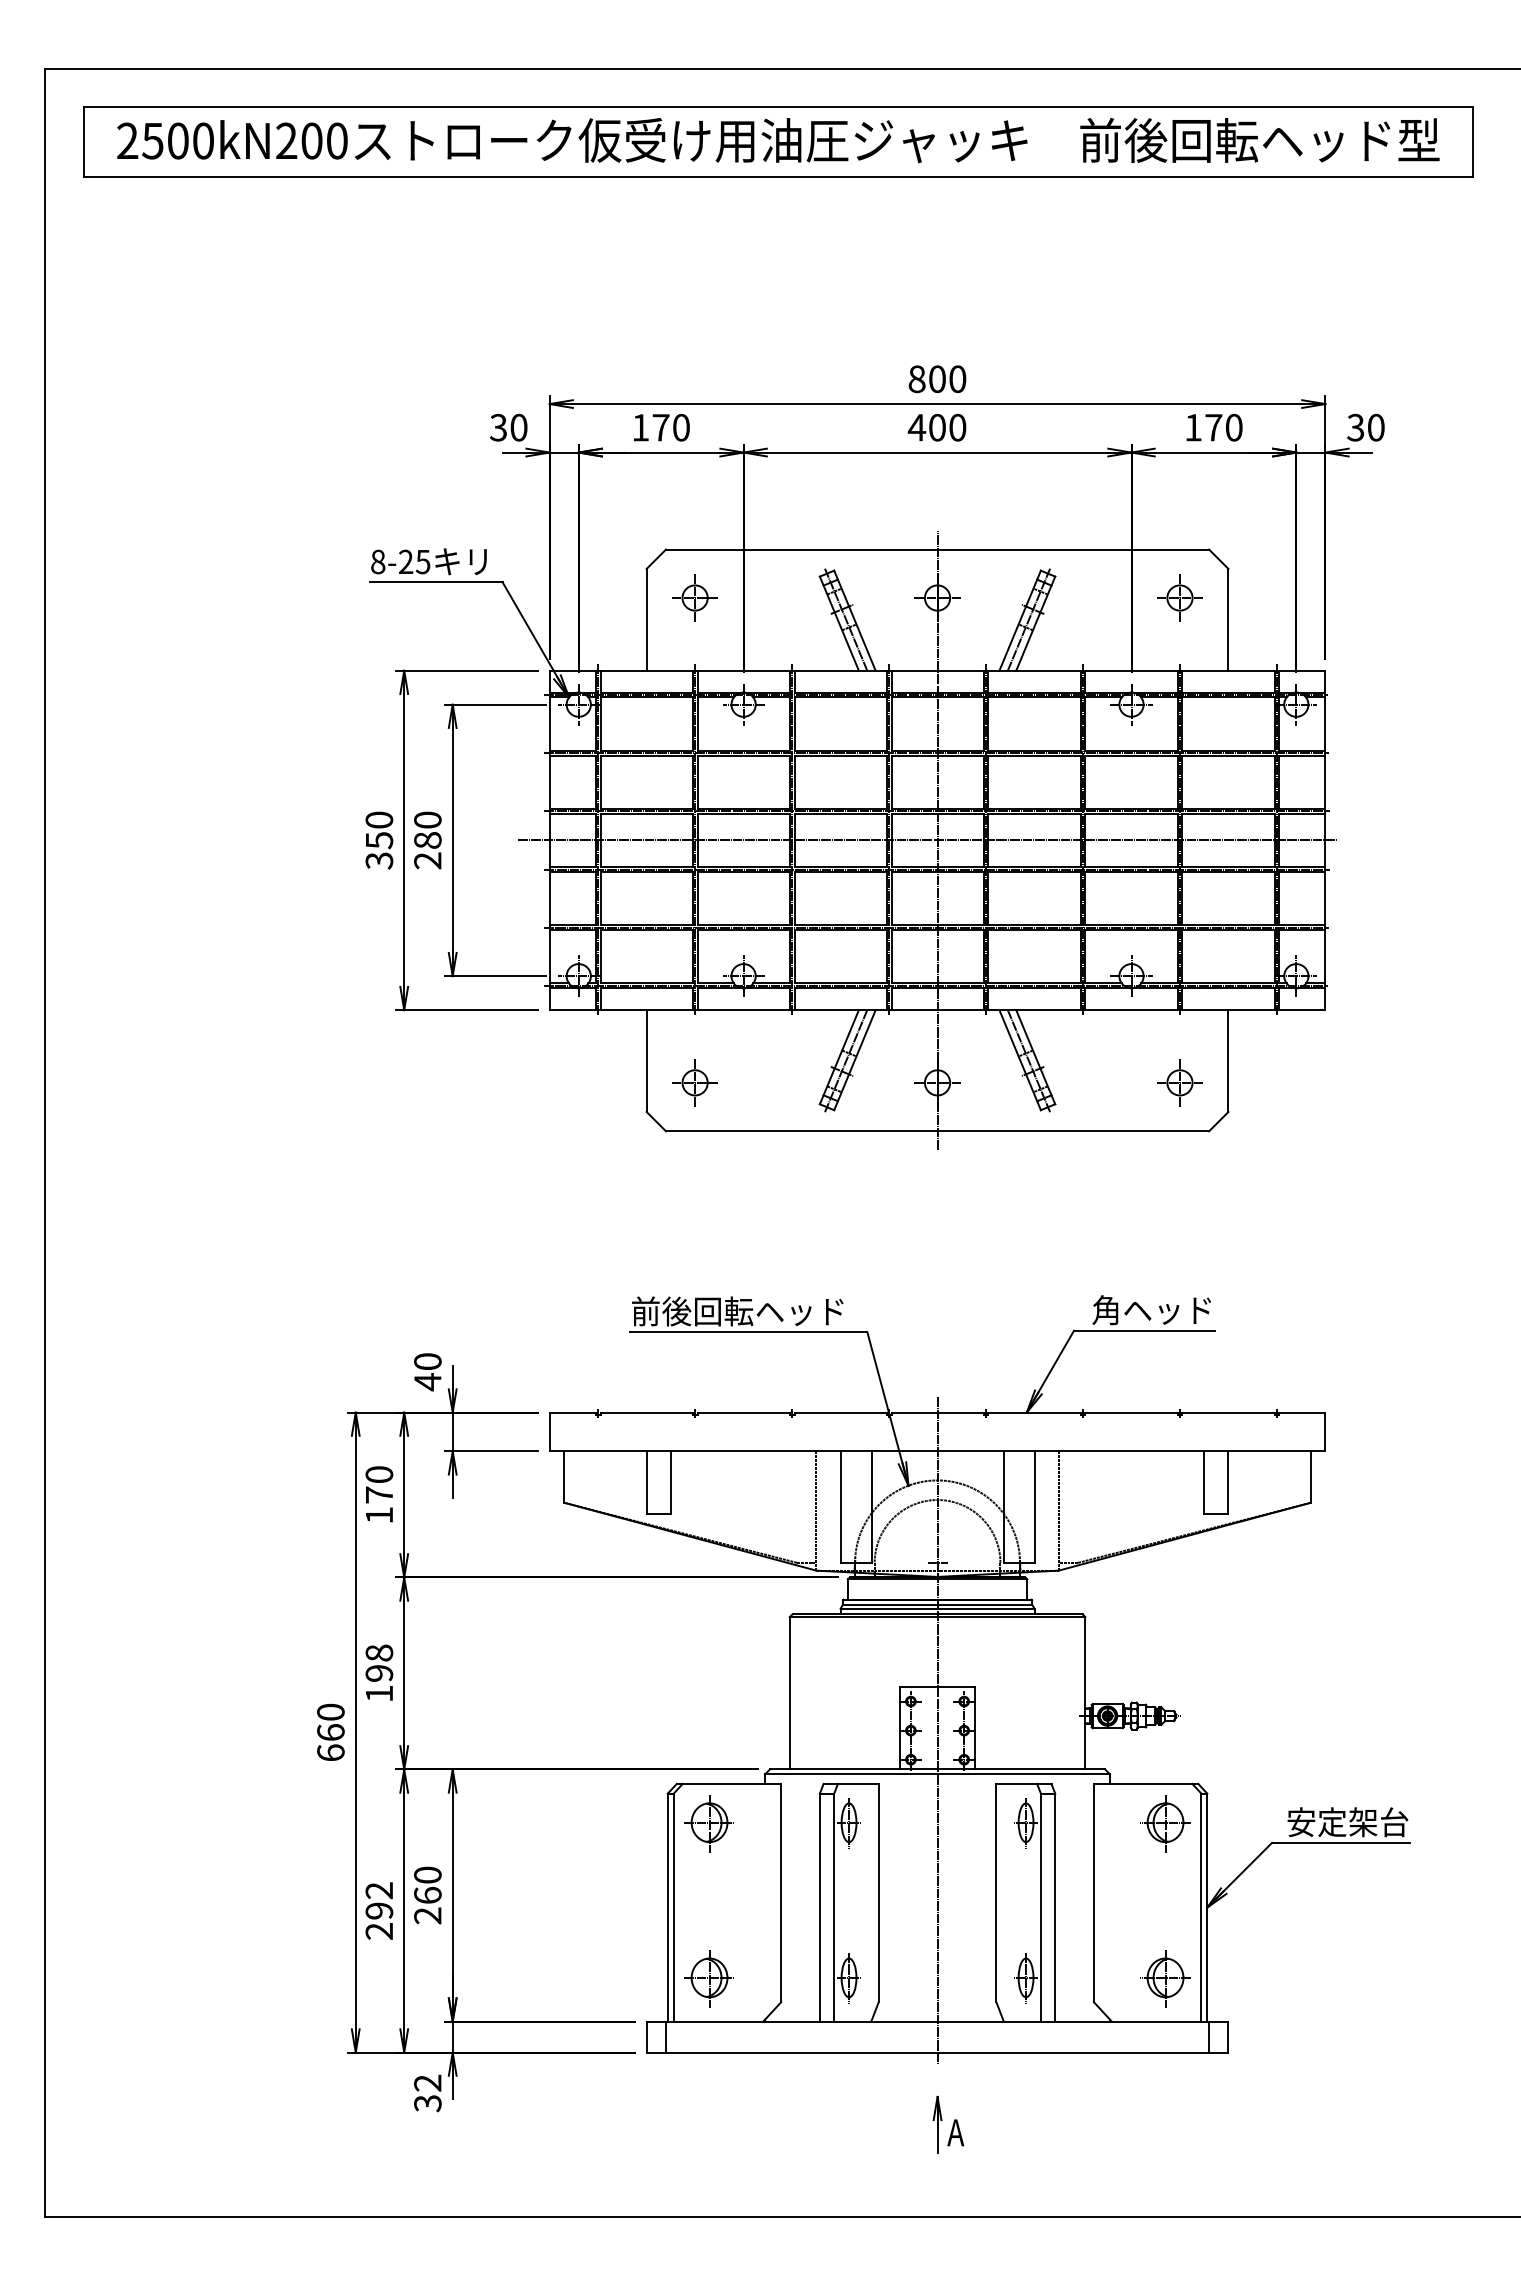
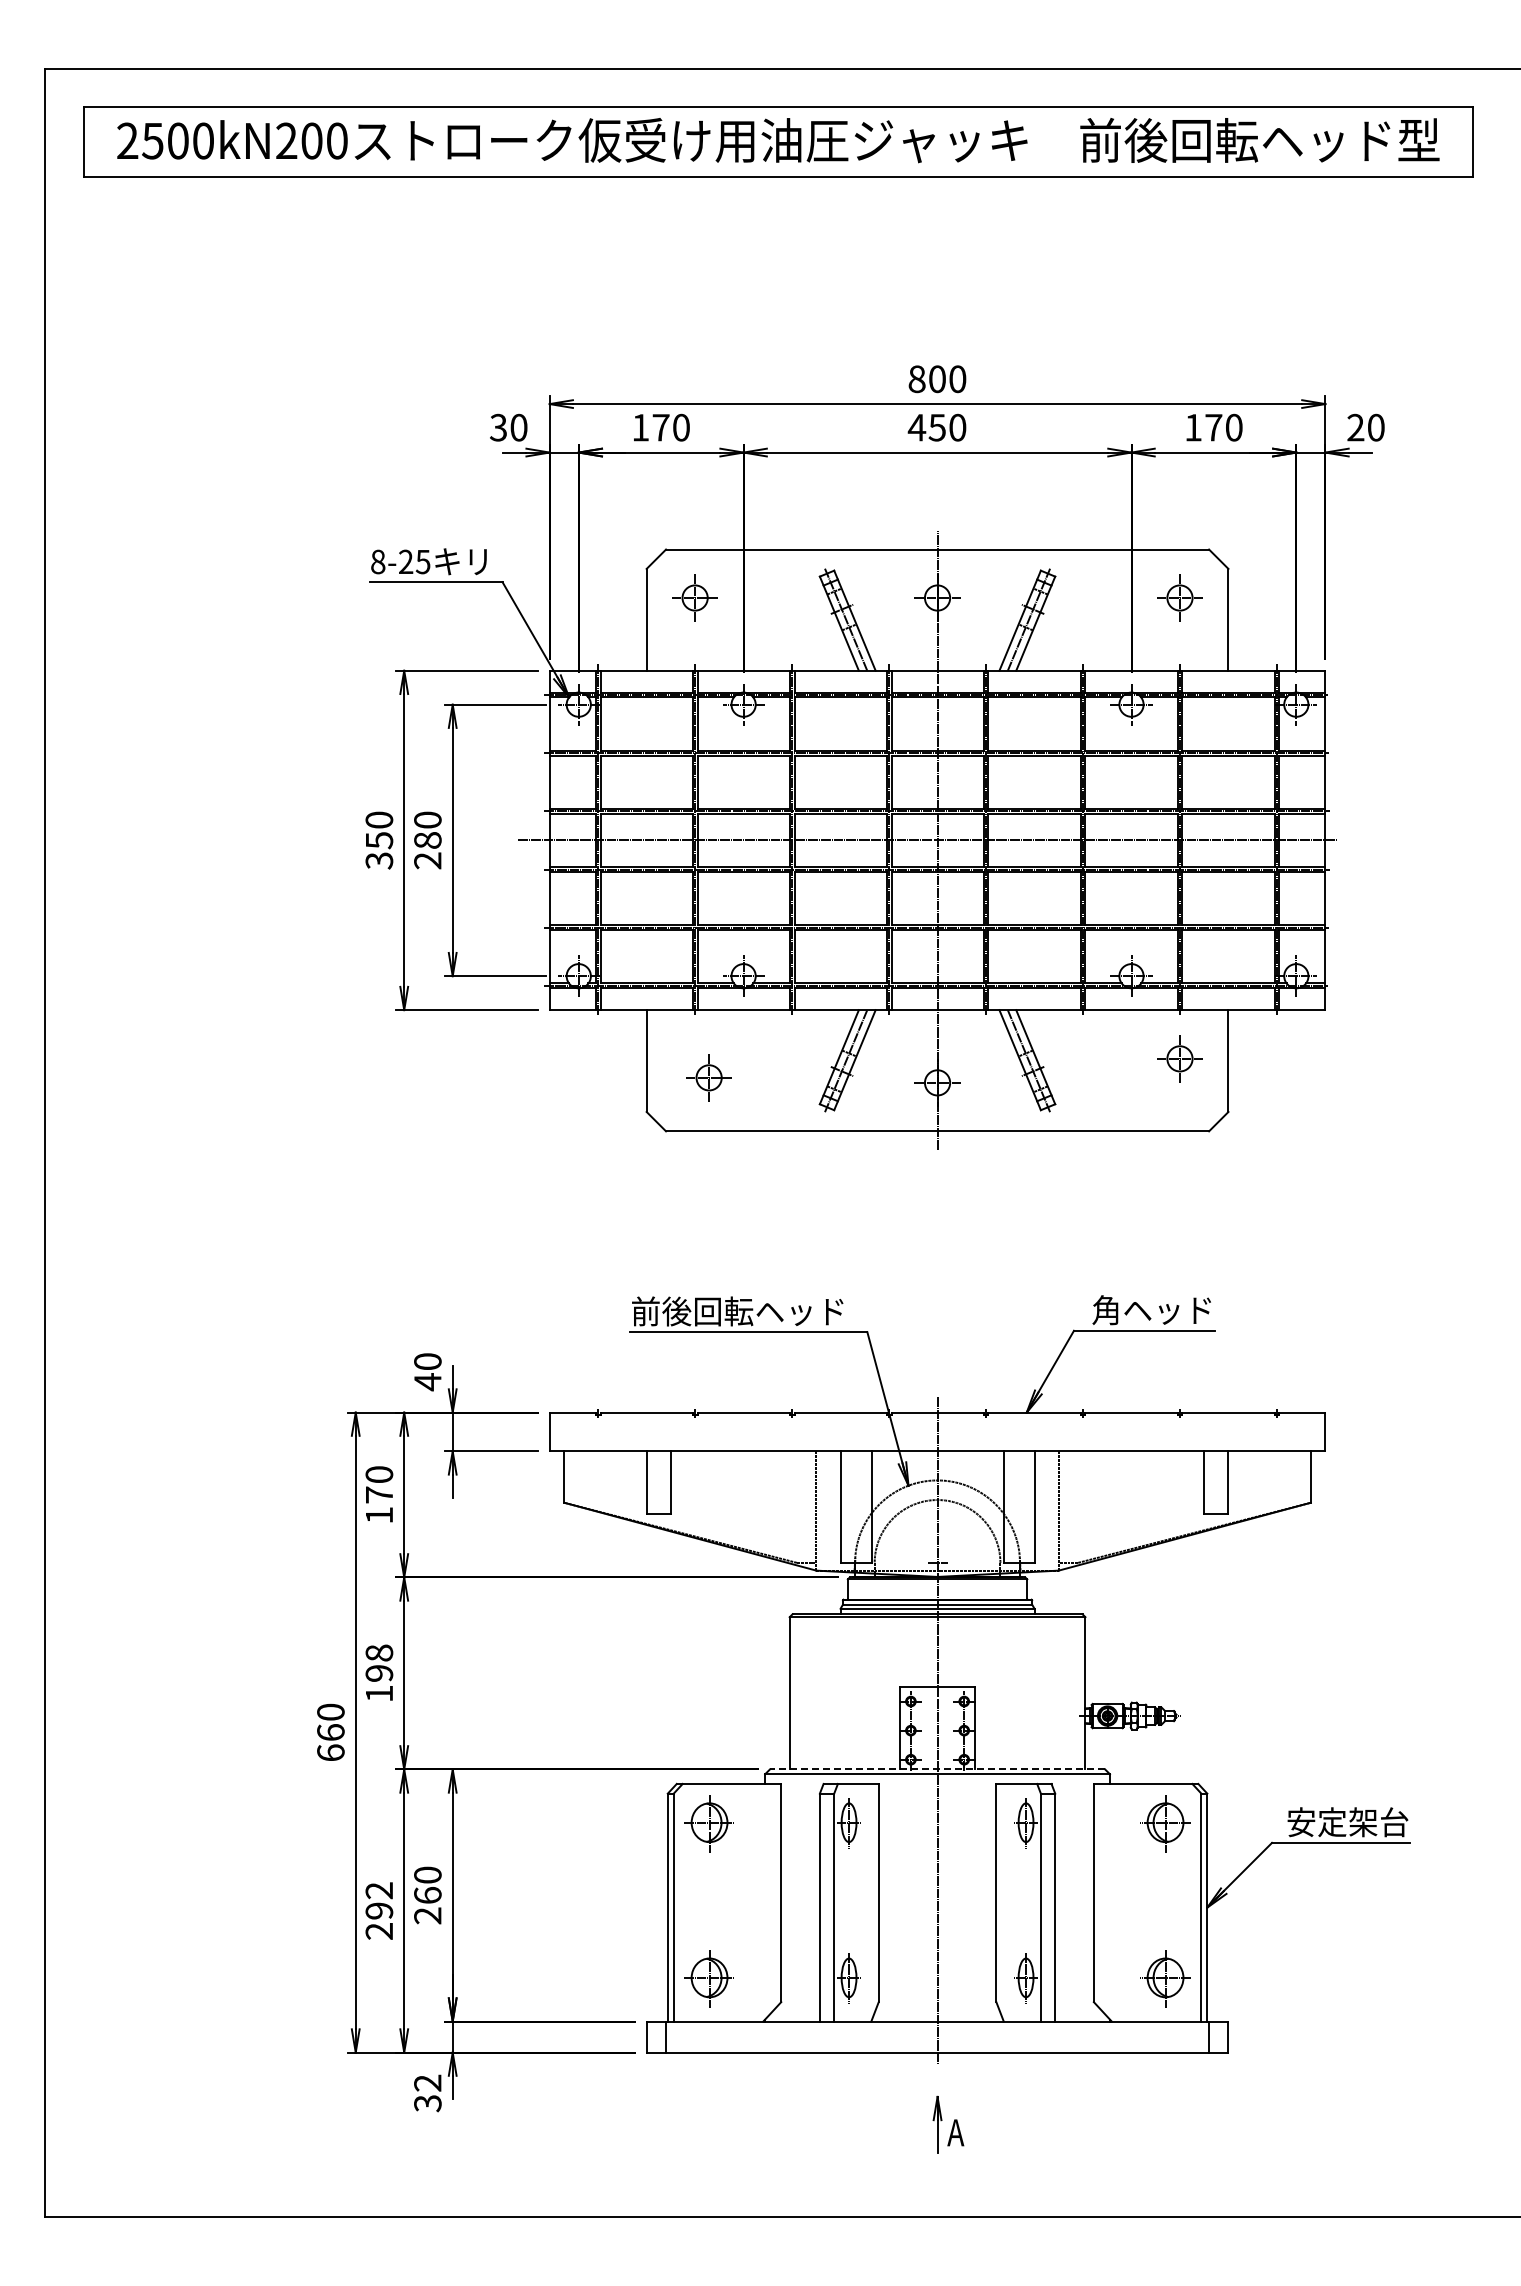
text at (936, 427): 400 -> 450
text at (1355, 427): 30 -> 20
part at (694, 1082) position: (694, 1082) -> (708, 1077)
part at (1179, 1082) position: (1179, 1082) -> (1179, 1058)
line at (937, 1769): solid -> dashed
